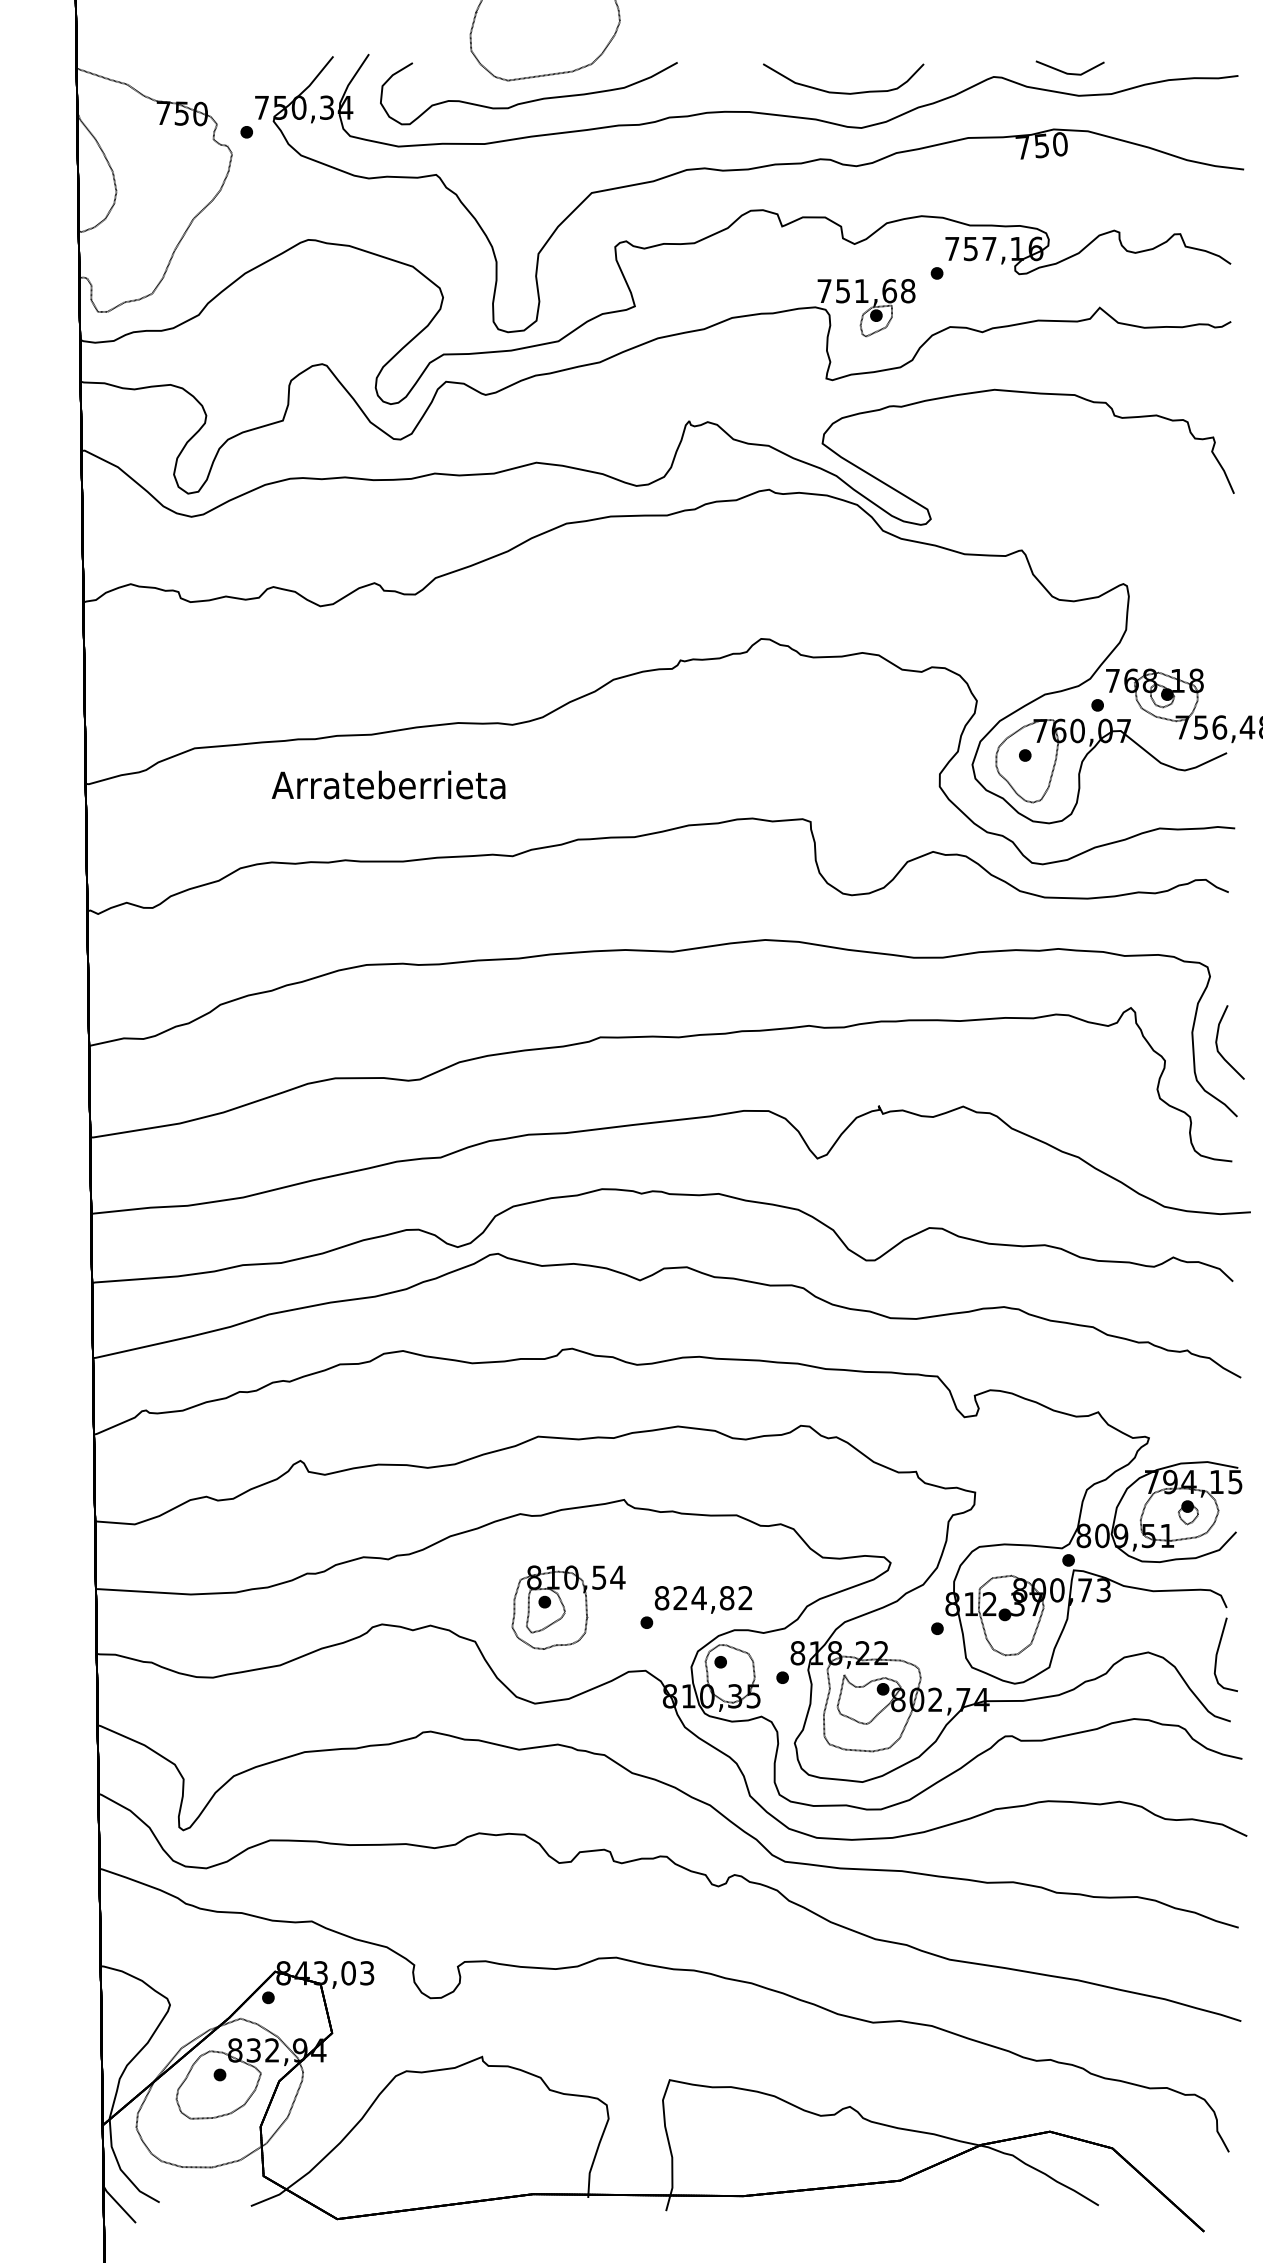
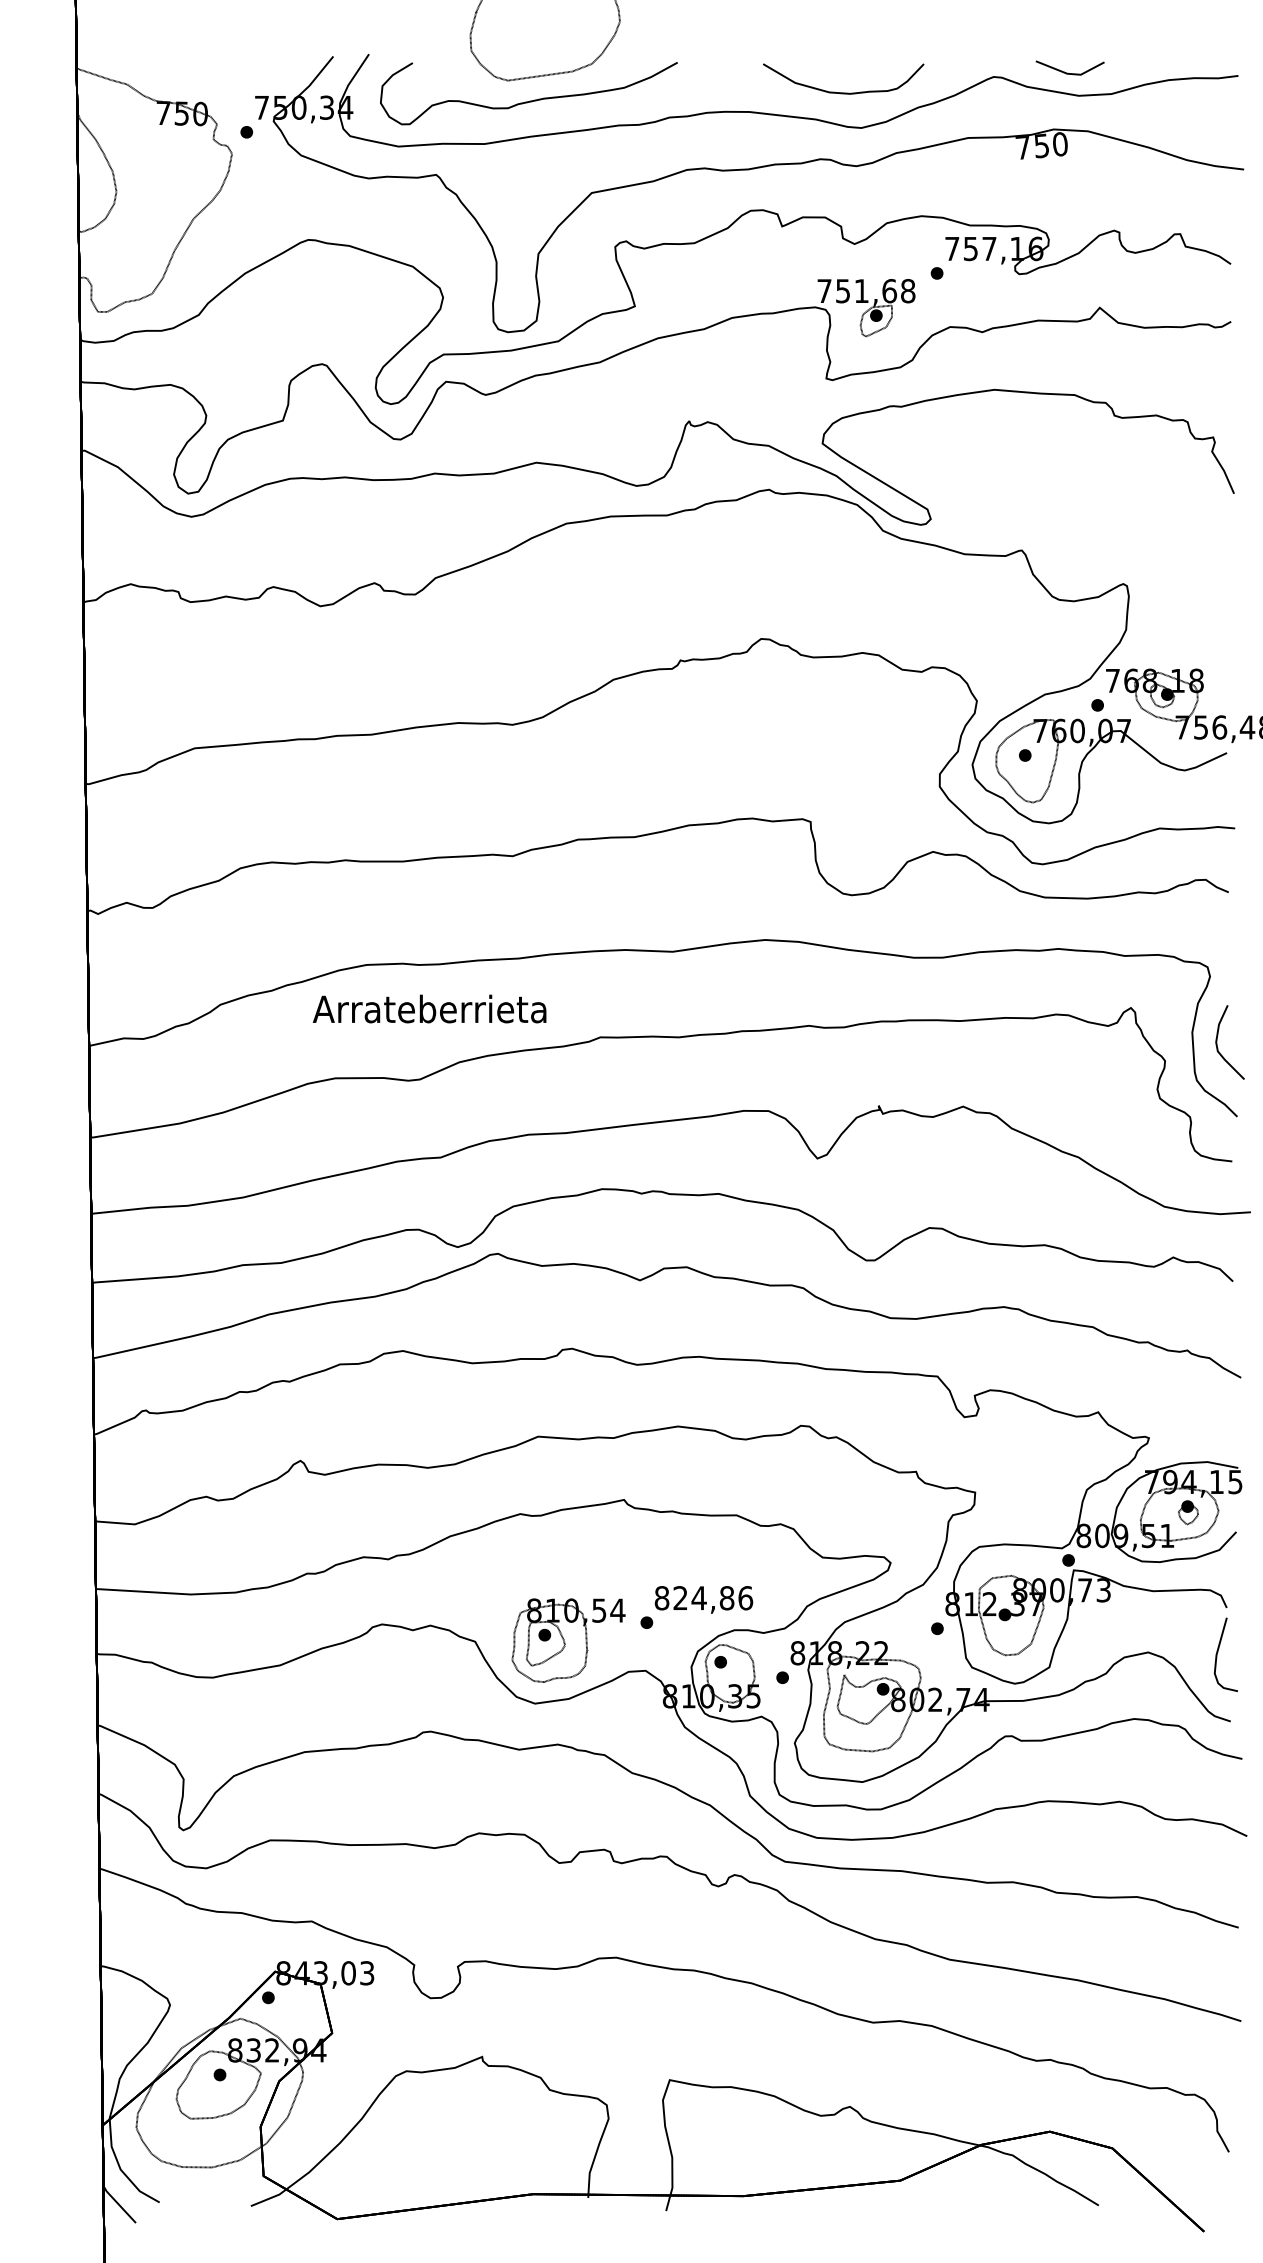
text at (388, 784) position: (388, 784) -> (429, 1008)
text at (745, 1598): 824,82 -> 824,86
part at (568, 1607) position: (568, 1607) -> (568, 1640)
